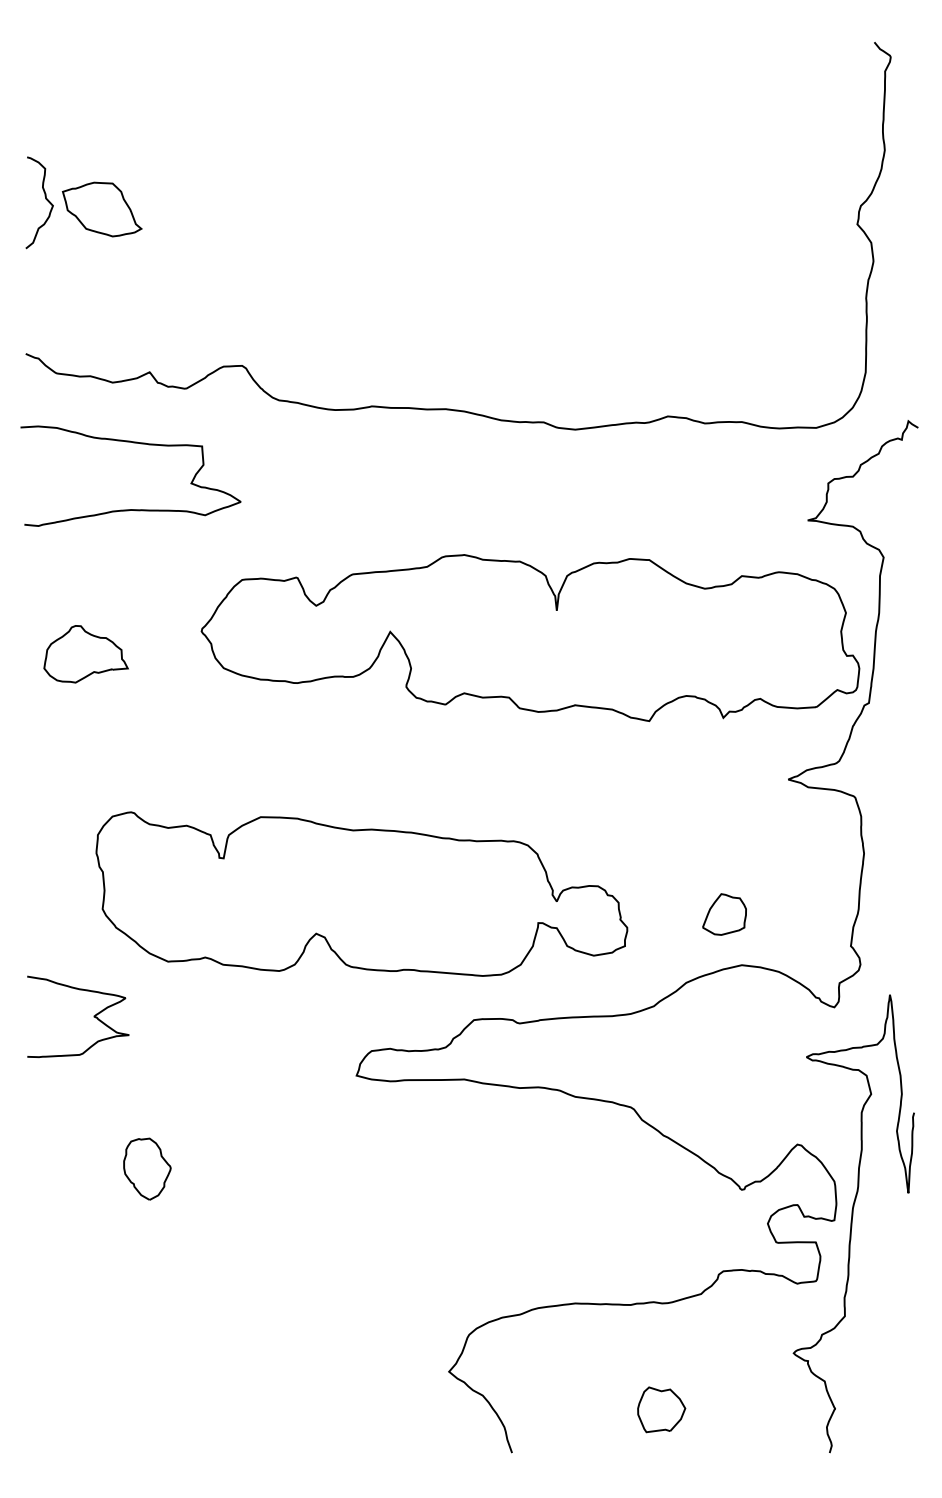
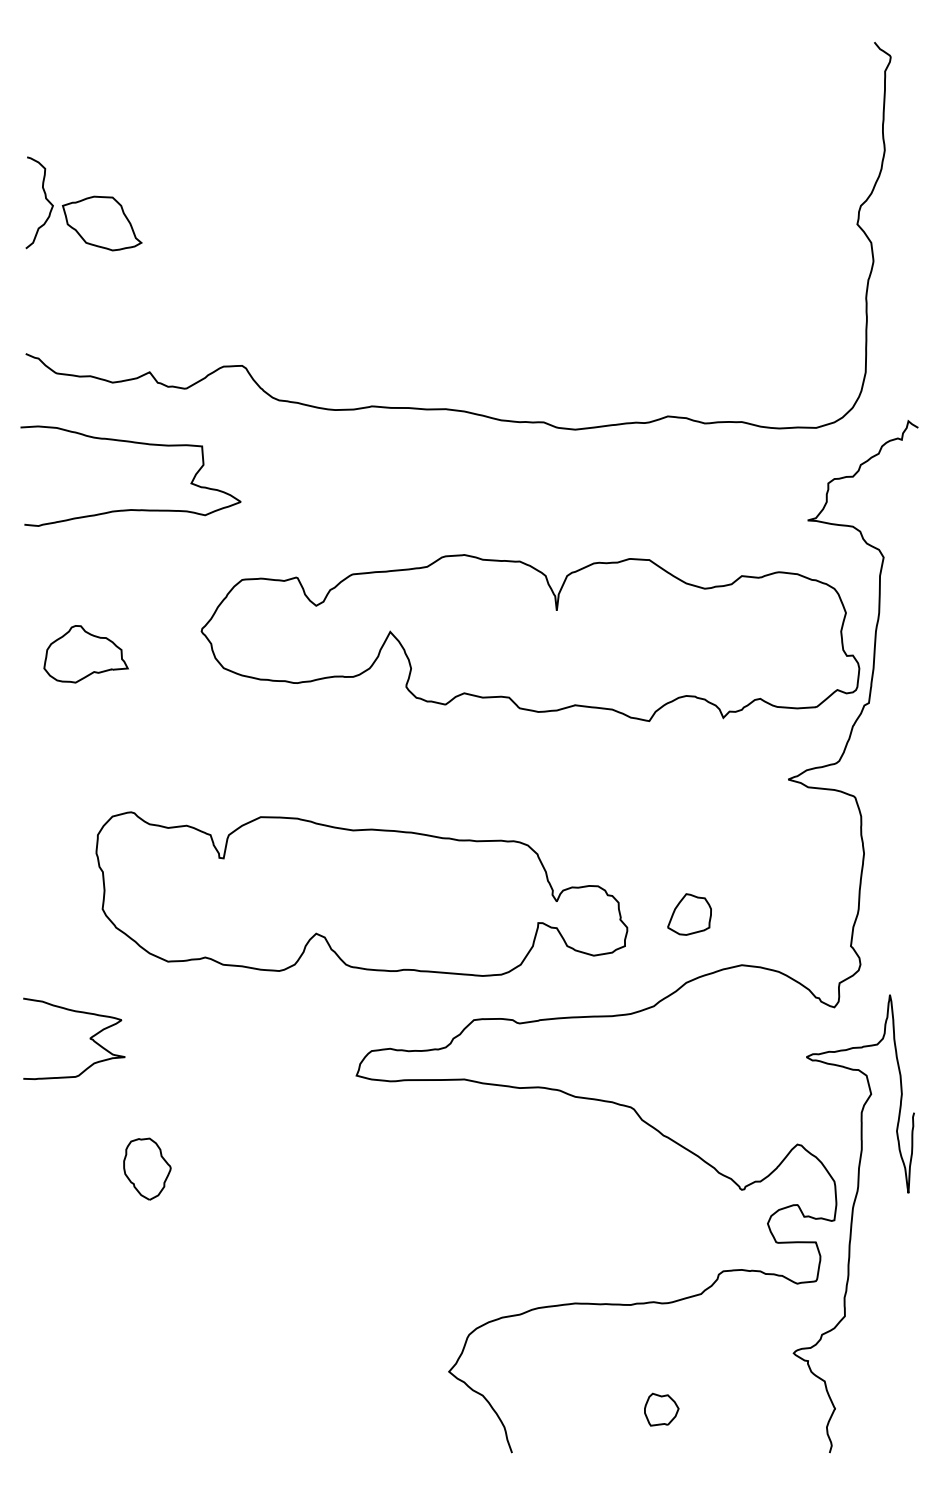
part at (102, 209) position: (102, 209) -> (102, 223)
part at (724, 914) position: (724, 914) -> (689, 914)
curve at (93, 1016) position: (93, 1016) -> (89, 1038)
part at (661, 1409) size: 50x48 px -> 36x35 px
